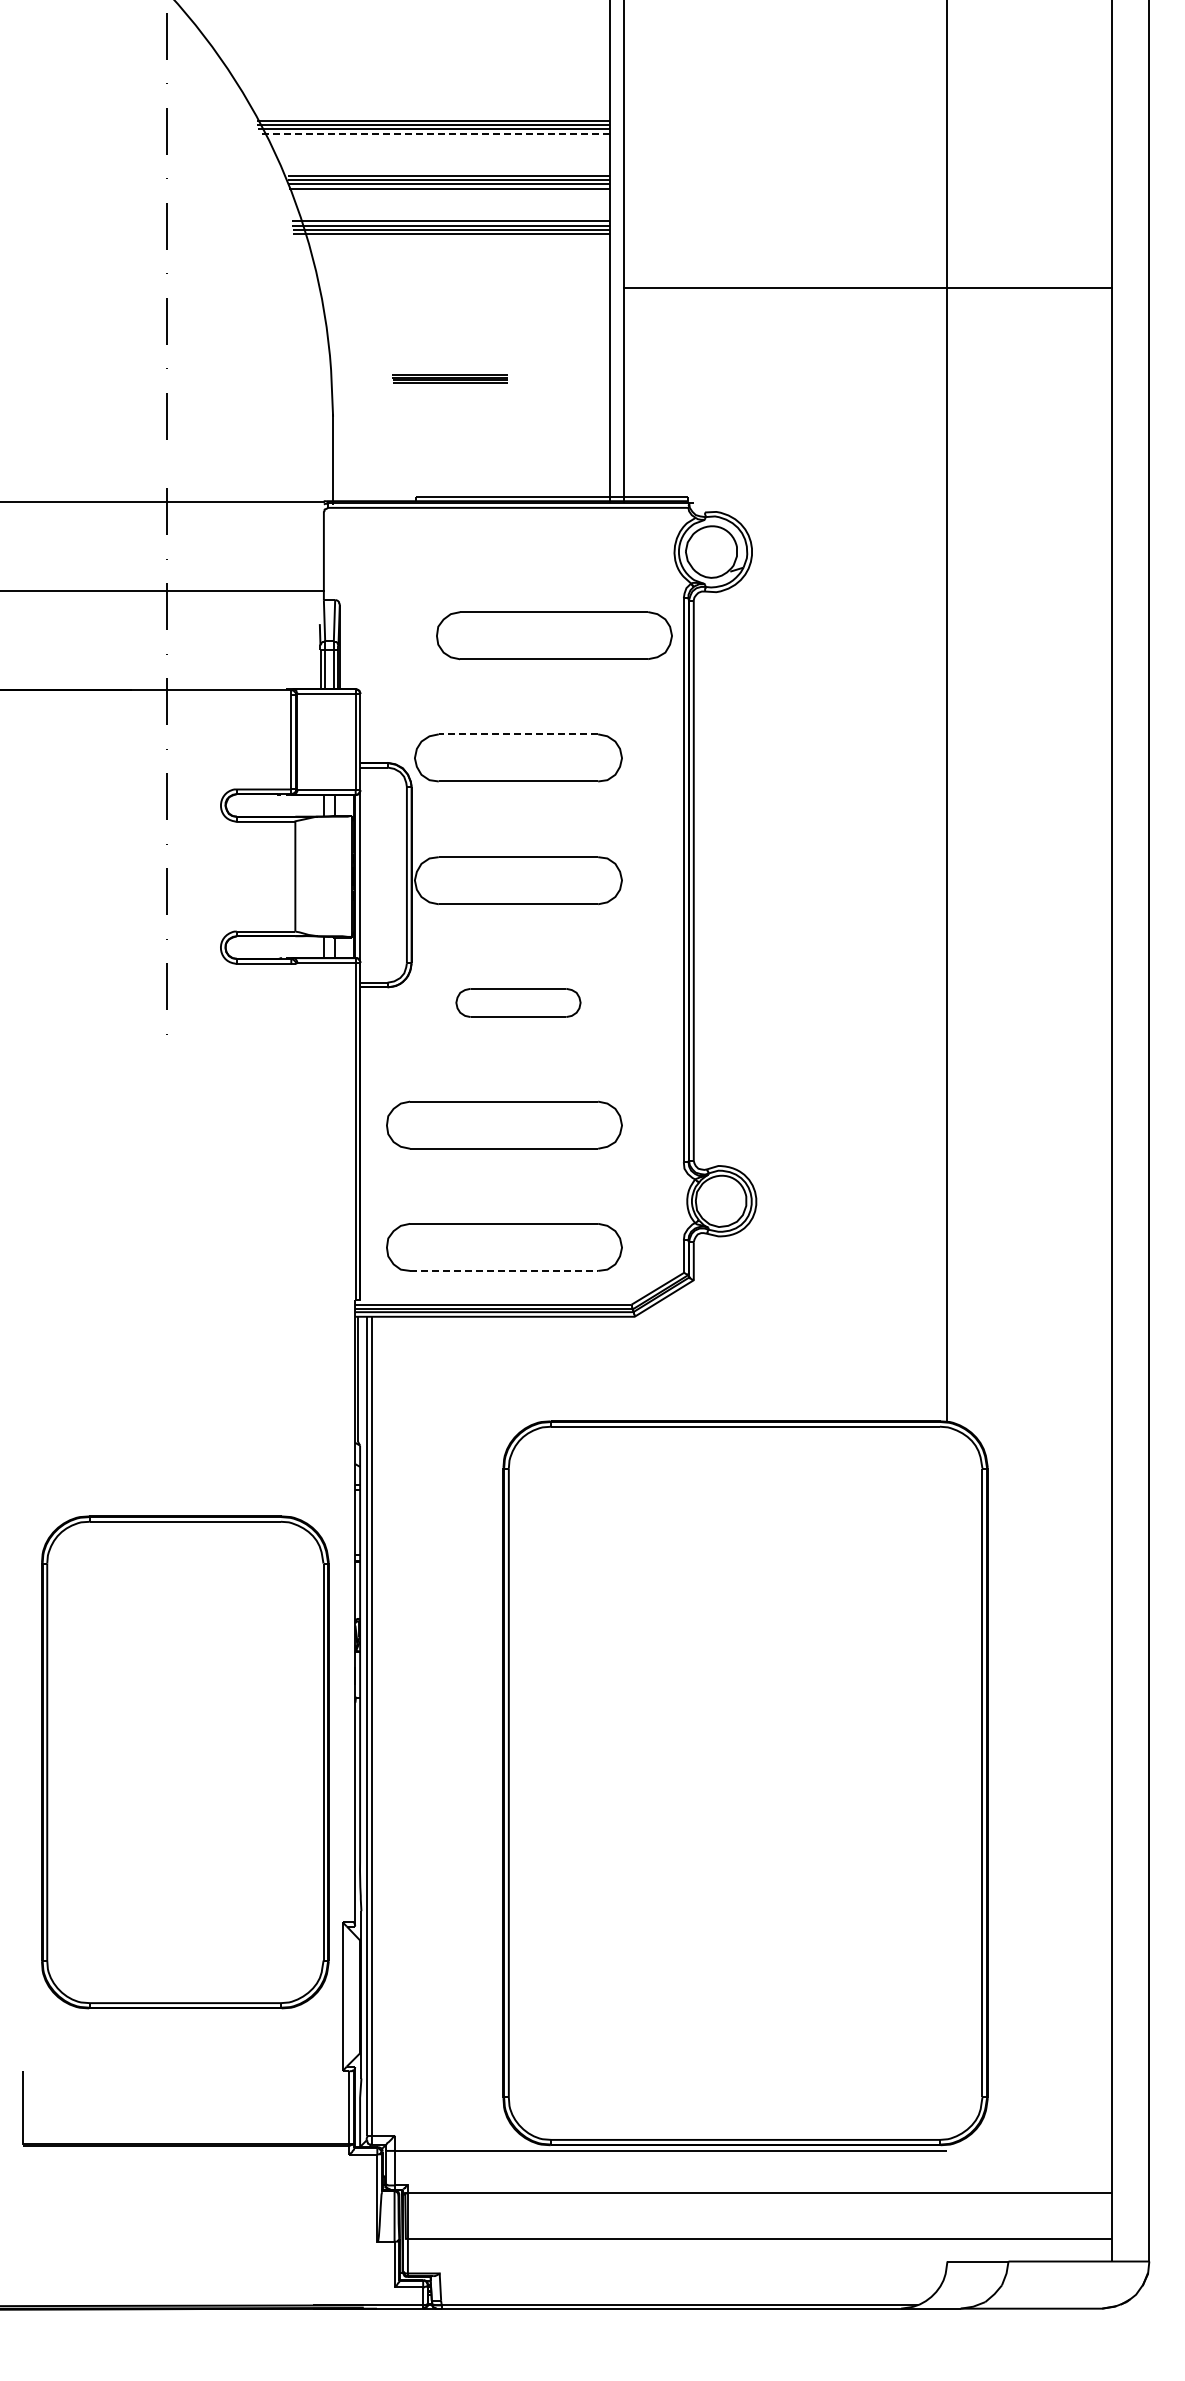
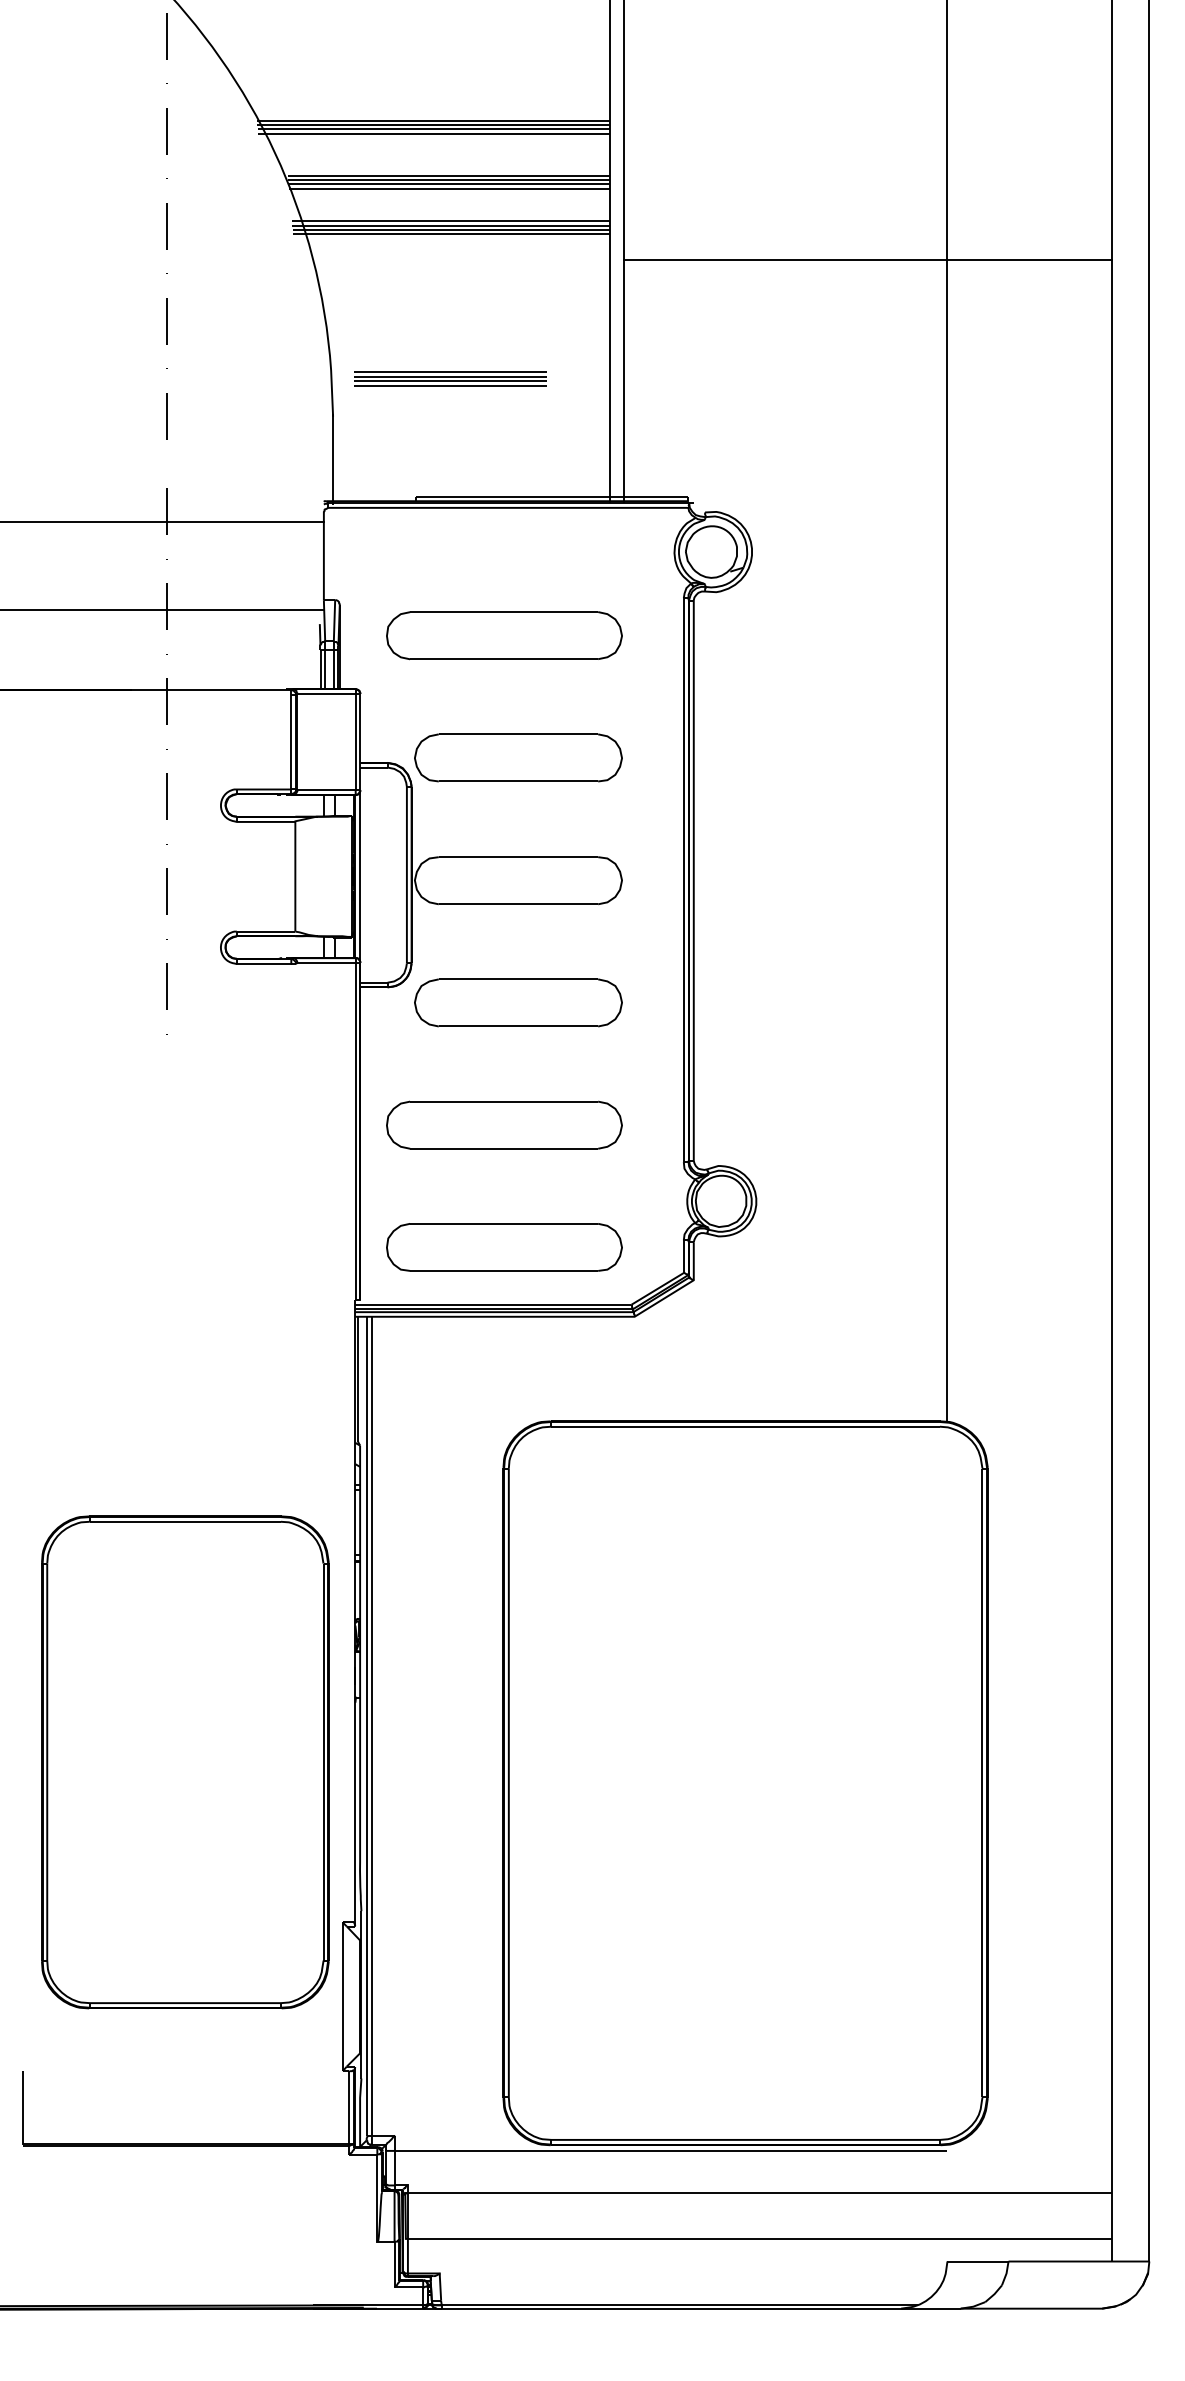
line at (433, 133): dashed -> solid
line at (867, 288) position: (867, 288) -> (867, 260)
part at (449, 378) size: 116x10 px -> 193x16 px
line at (162, 501) position: (162, 501) -> (162, 521)
line at (162, 590) position: (162, 590) -> (162, 609)
part at (554, 635) position: (554, 635) -> (504, 635)
line at (518, 734): dashed -> solid
part at (518, 1002) size: 127x30 px -> 209x50 px
line at (504, 1270): dashed -> solid
